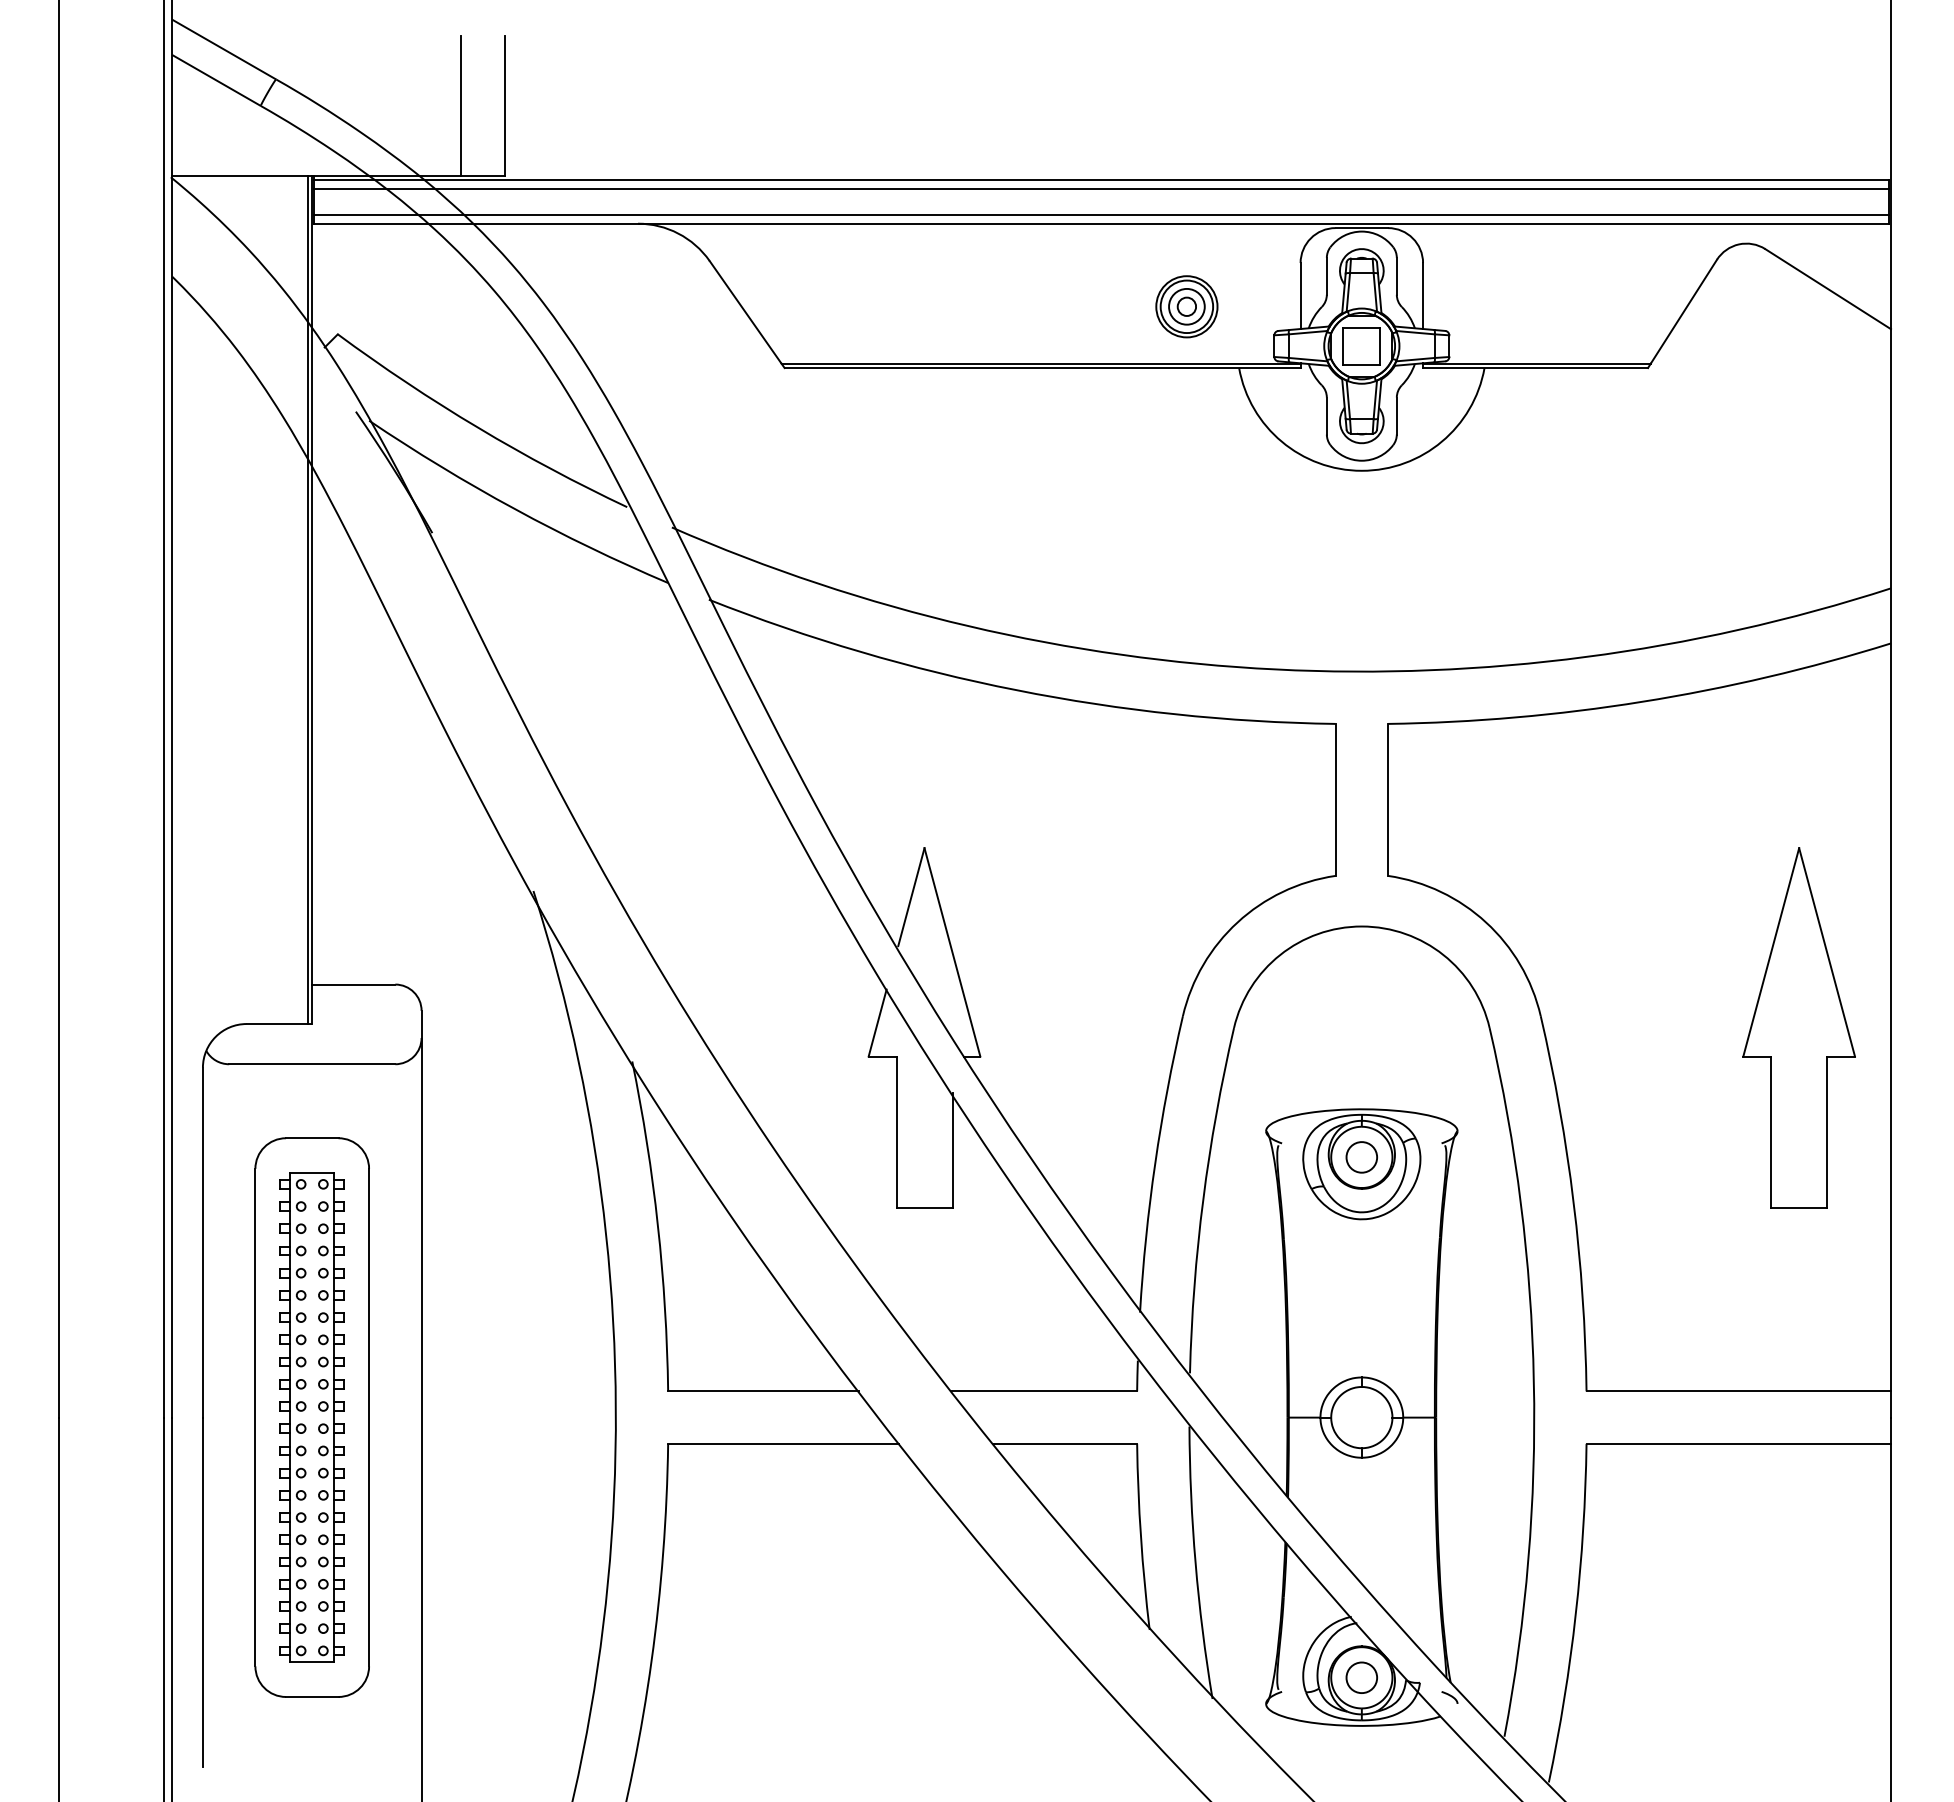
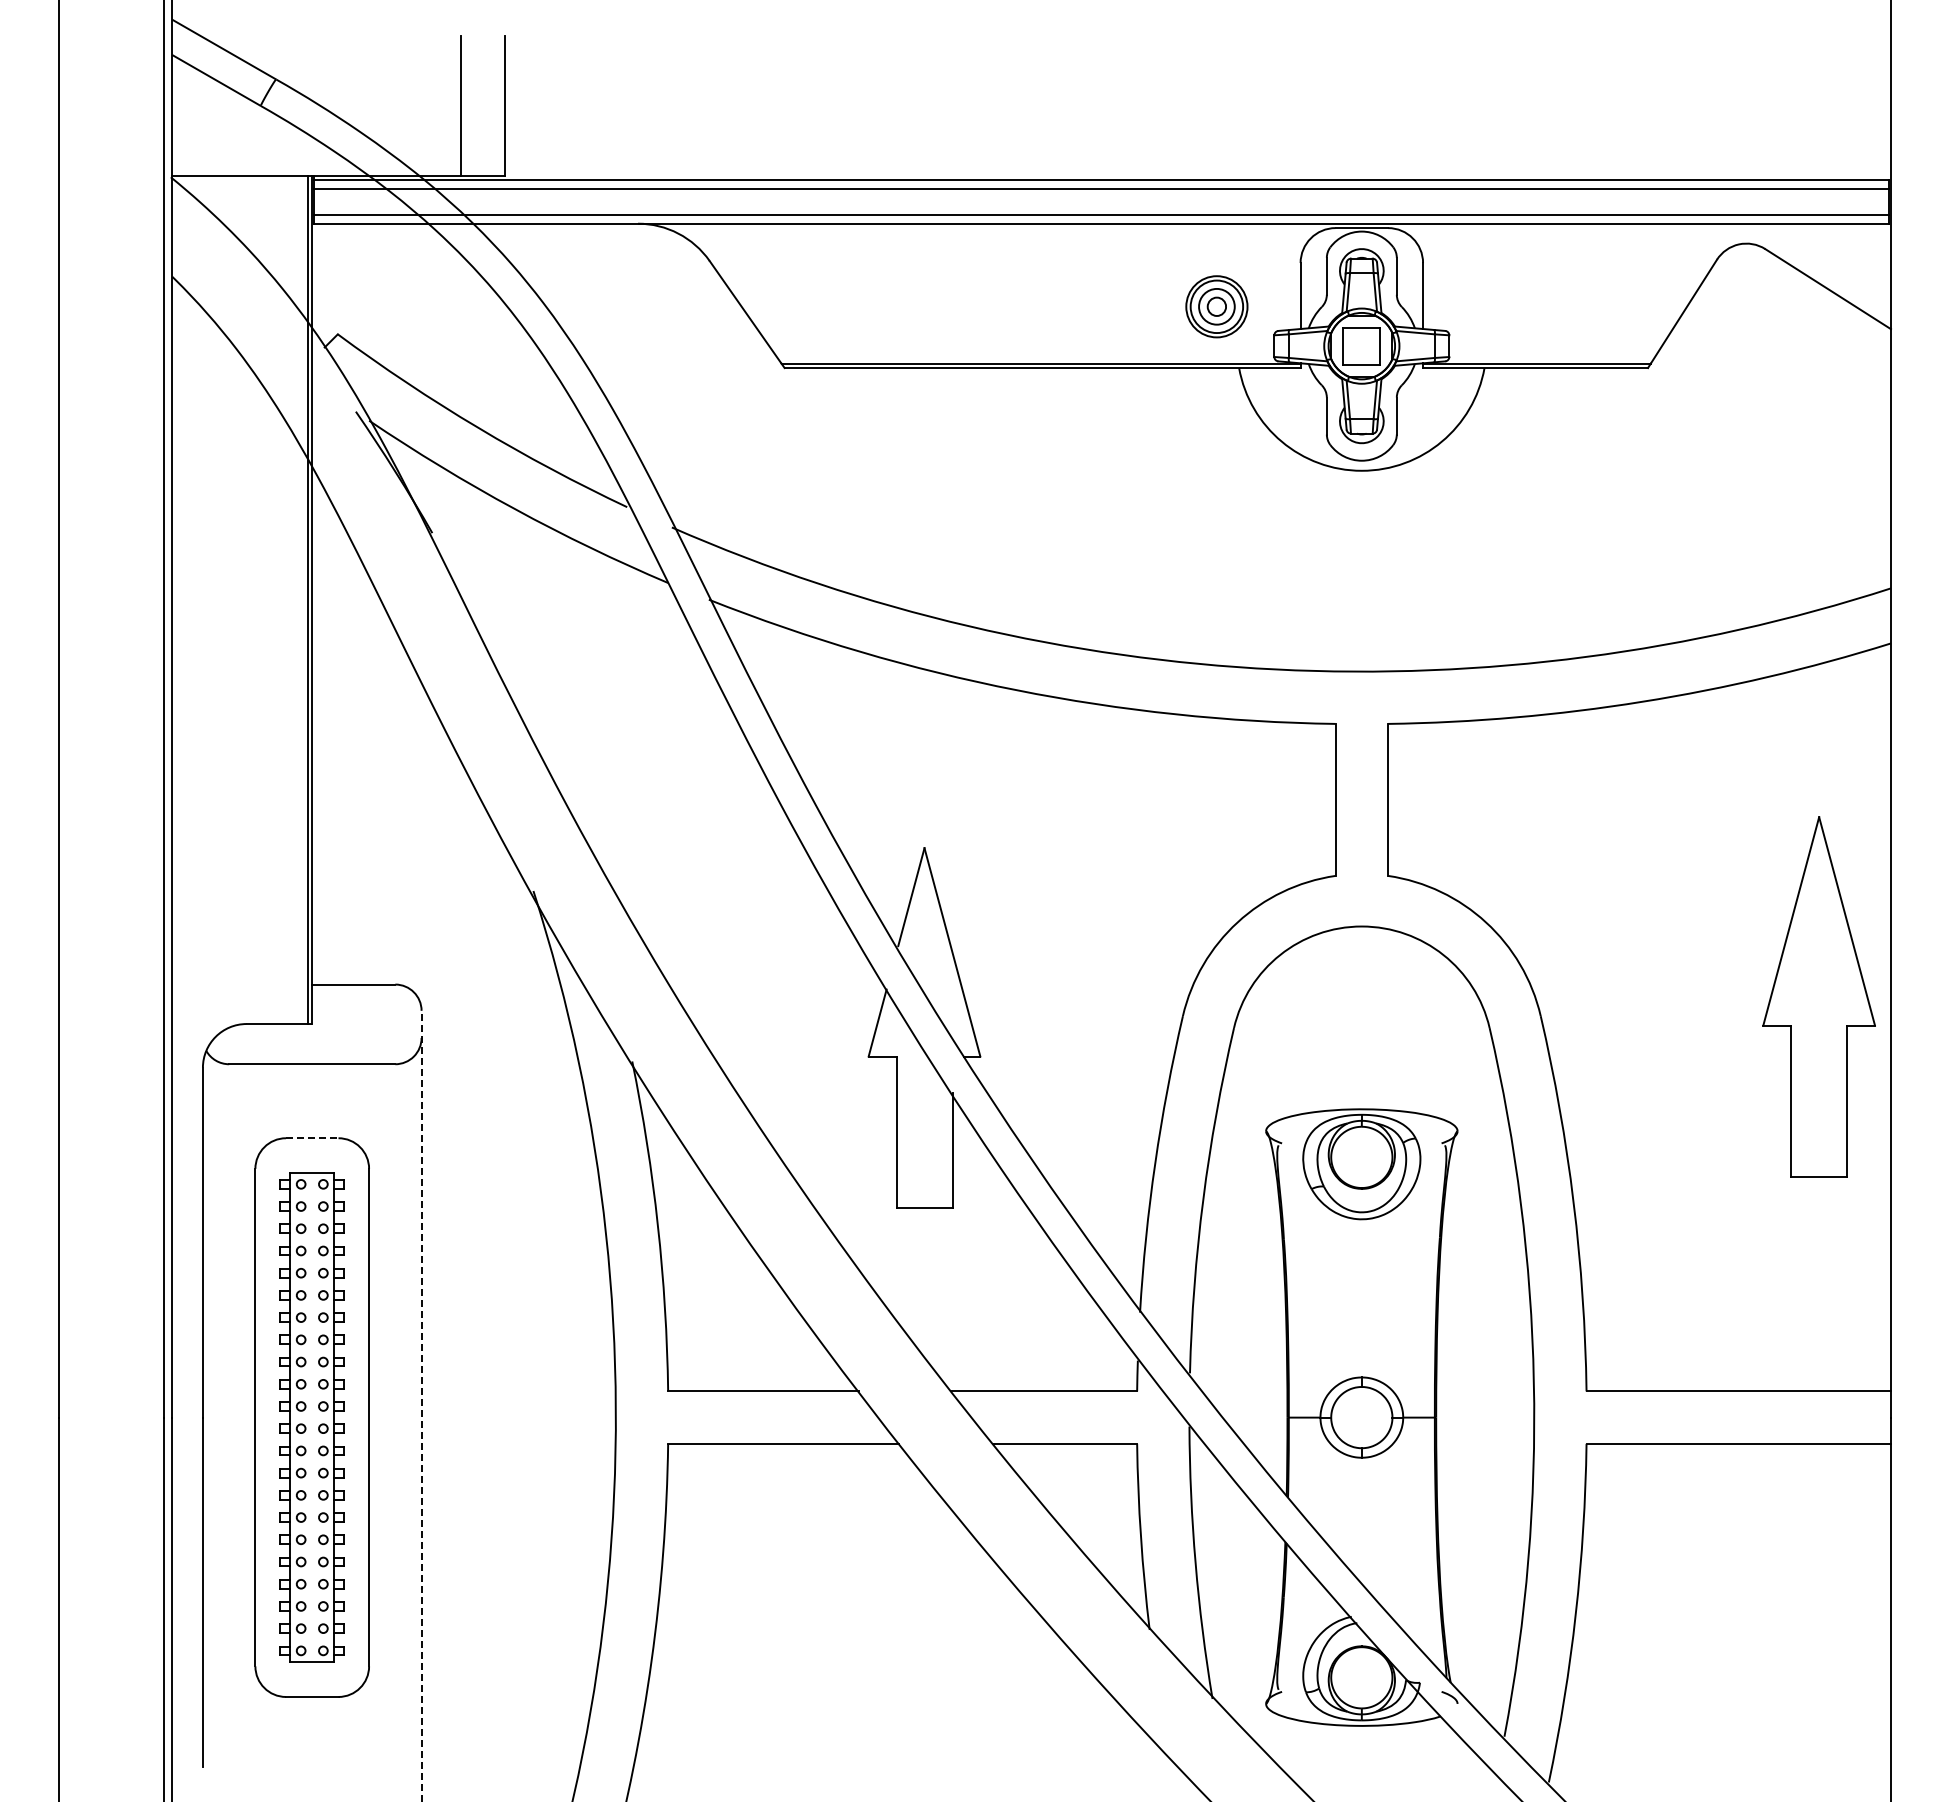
part at (1186, 306) position: (1186, 306) -> (1216, 306)
part at (1798, 1027) position: (1798, 1027) -> (1818, 996)
line at (312, 1138): solid -> dashed
circle at (1361, 1157): present -> none
line at (421, 1405): solid -> dashed
circle at (1361, 1677): present -> none
